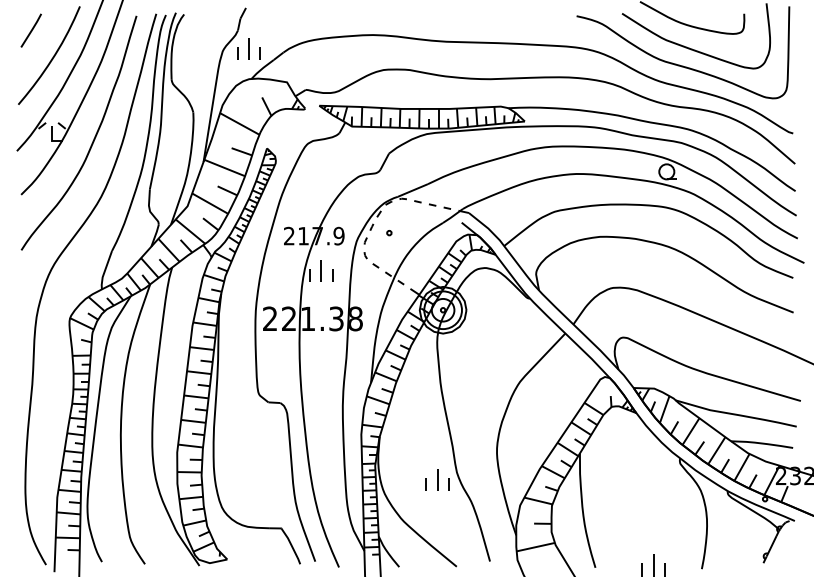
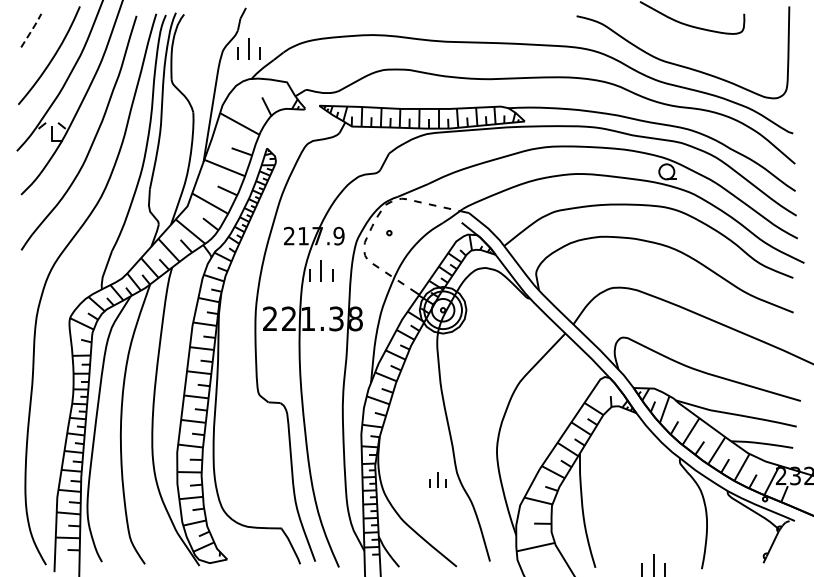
line at (32, 29): solid -> dashed
curve at (692, 48): present -> none
part at (437, 479) size: 25x22 px -> 18x16 px
